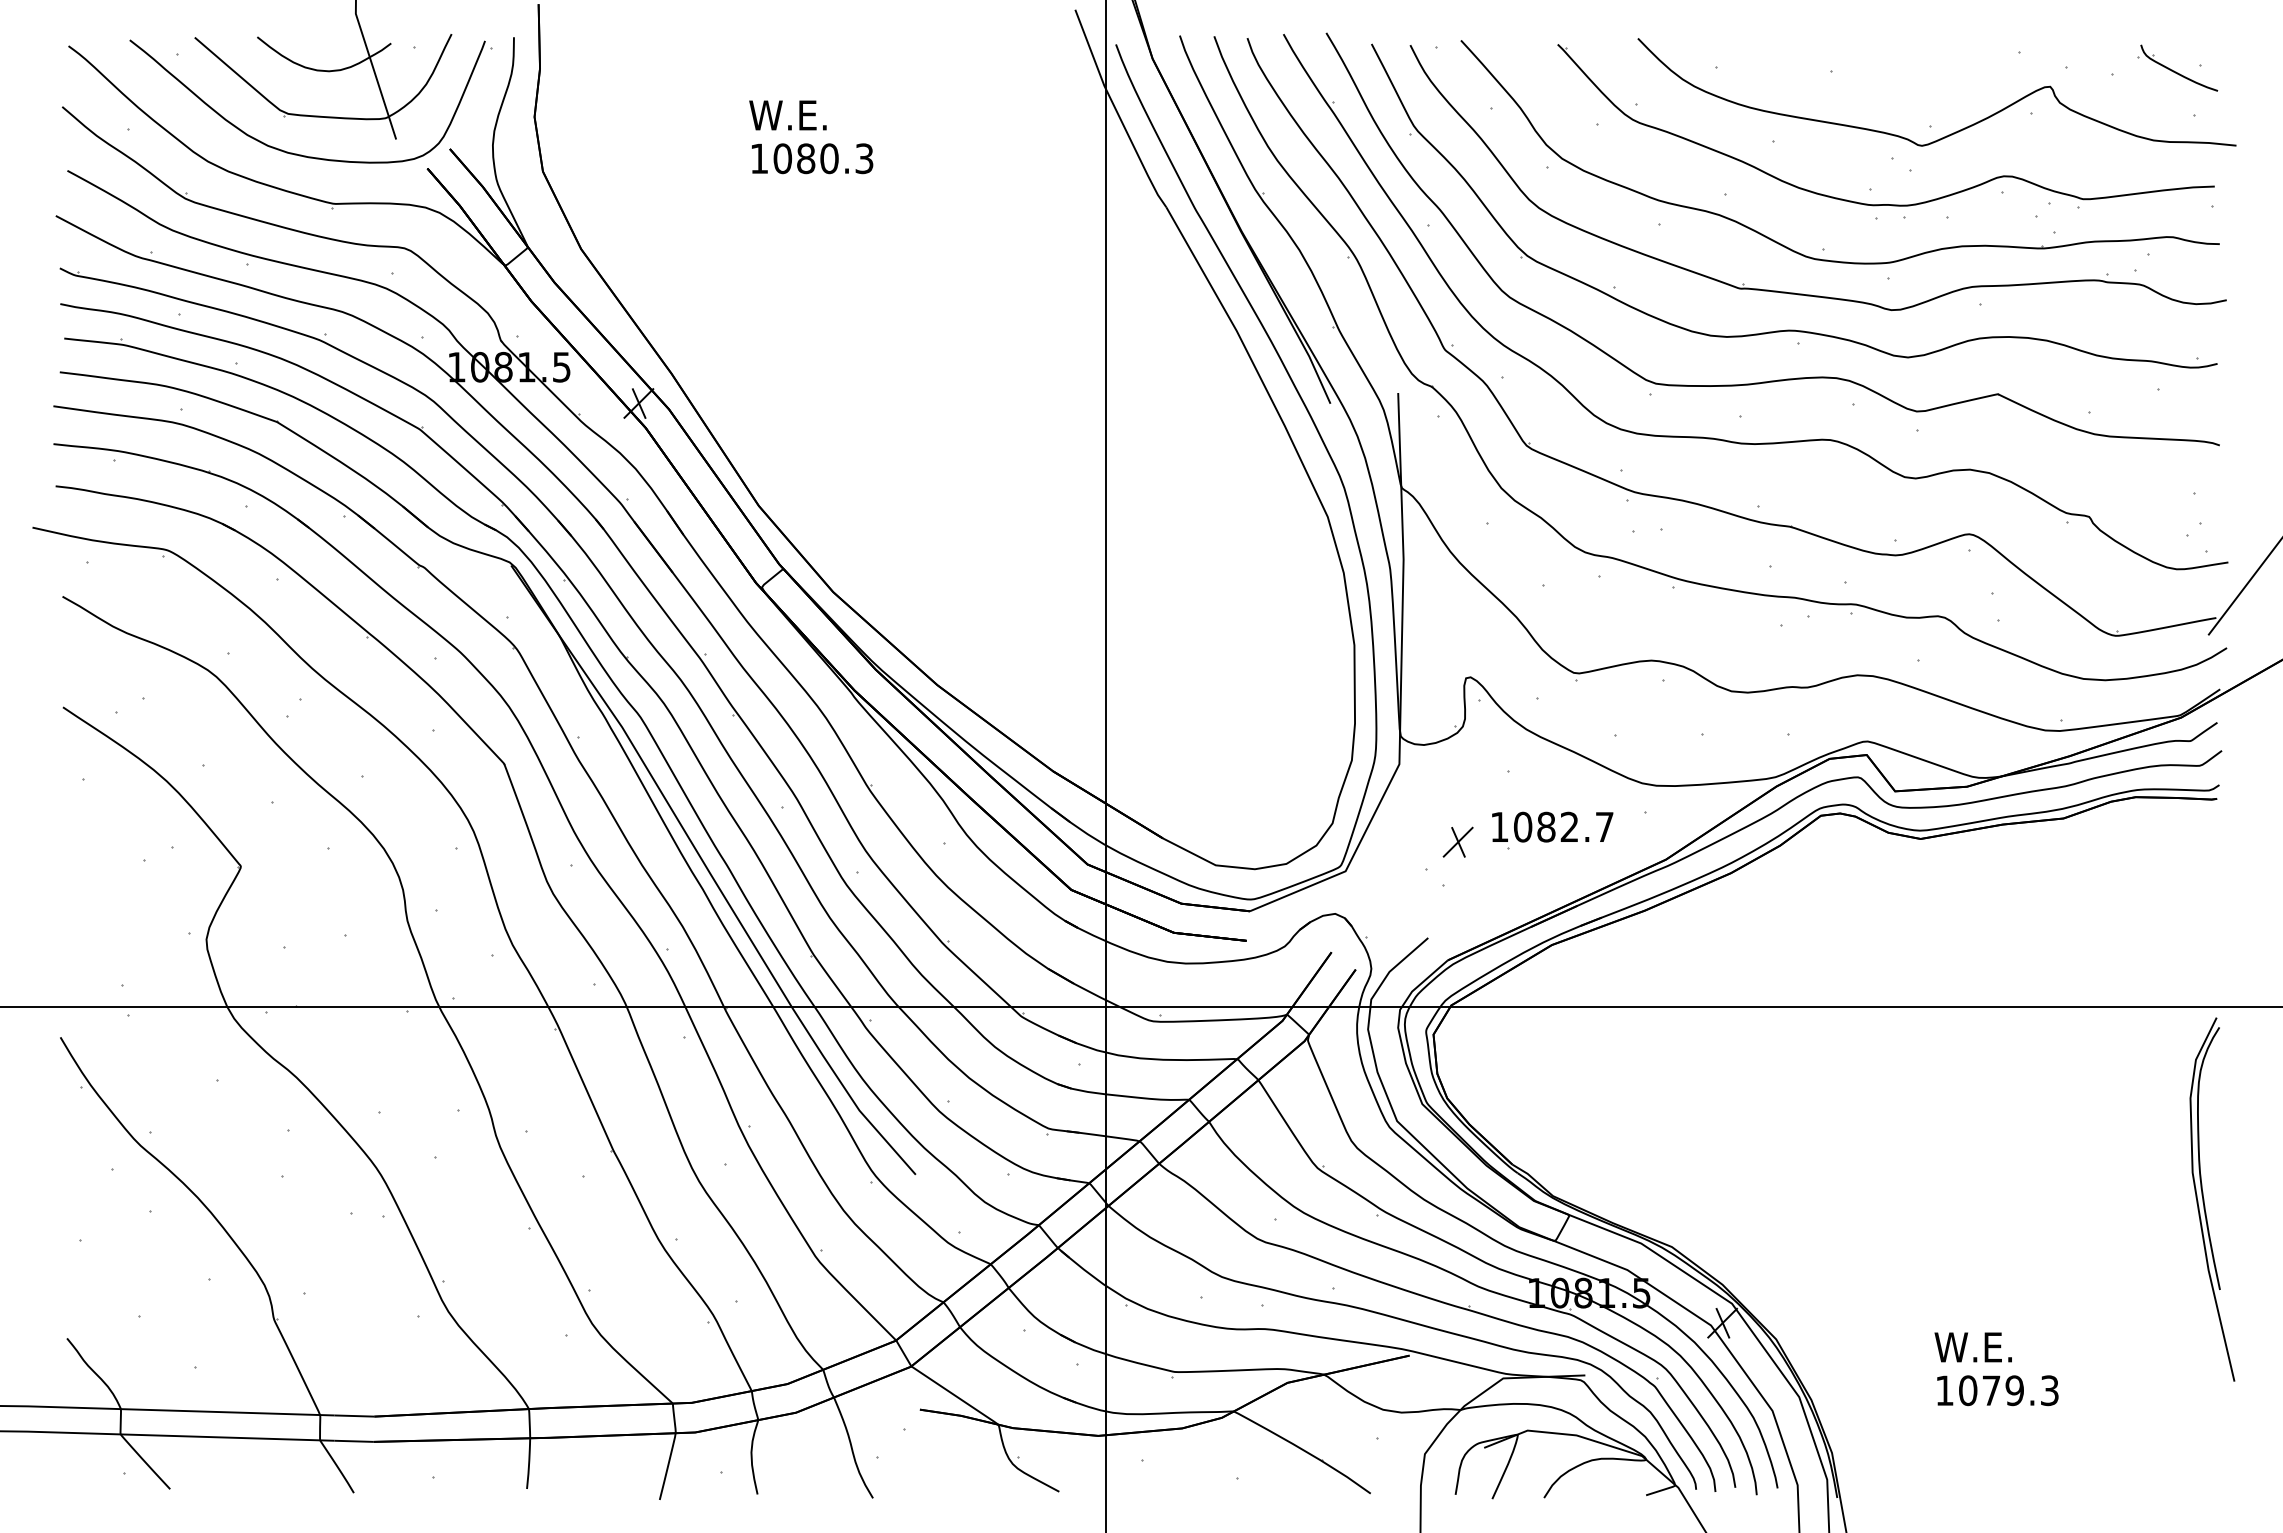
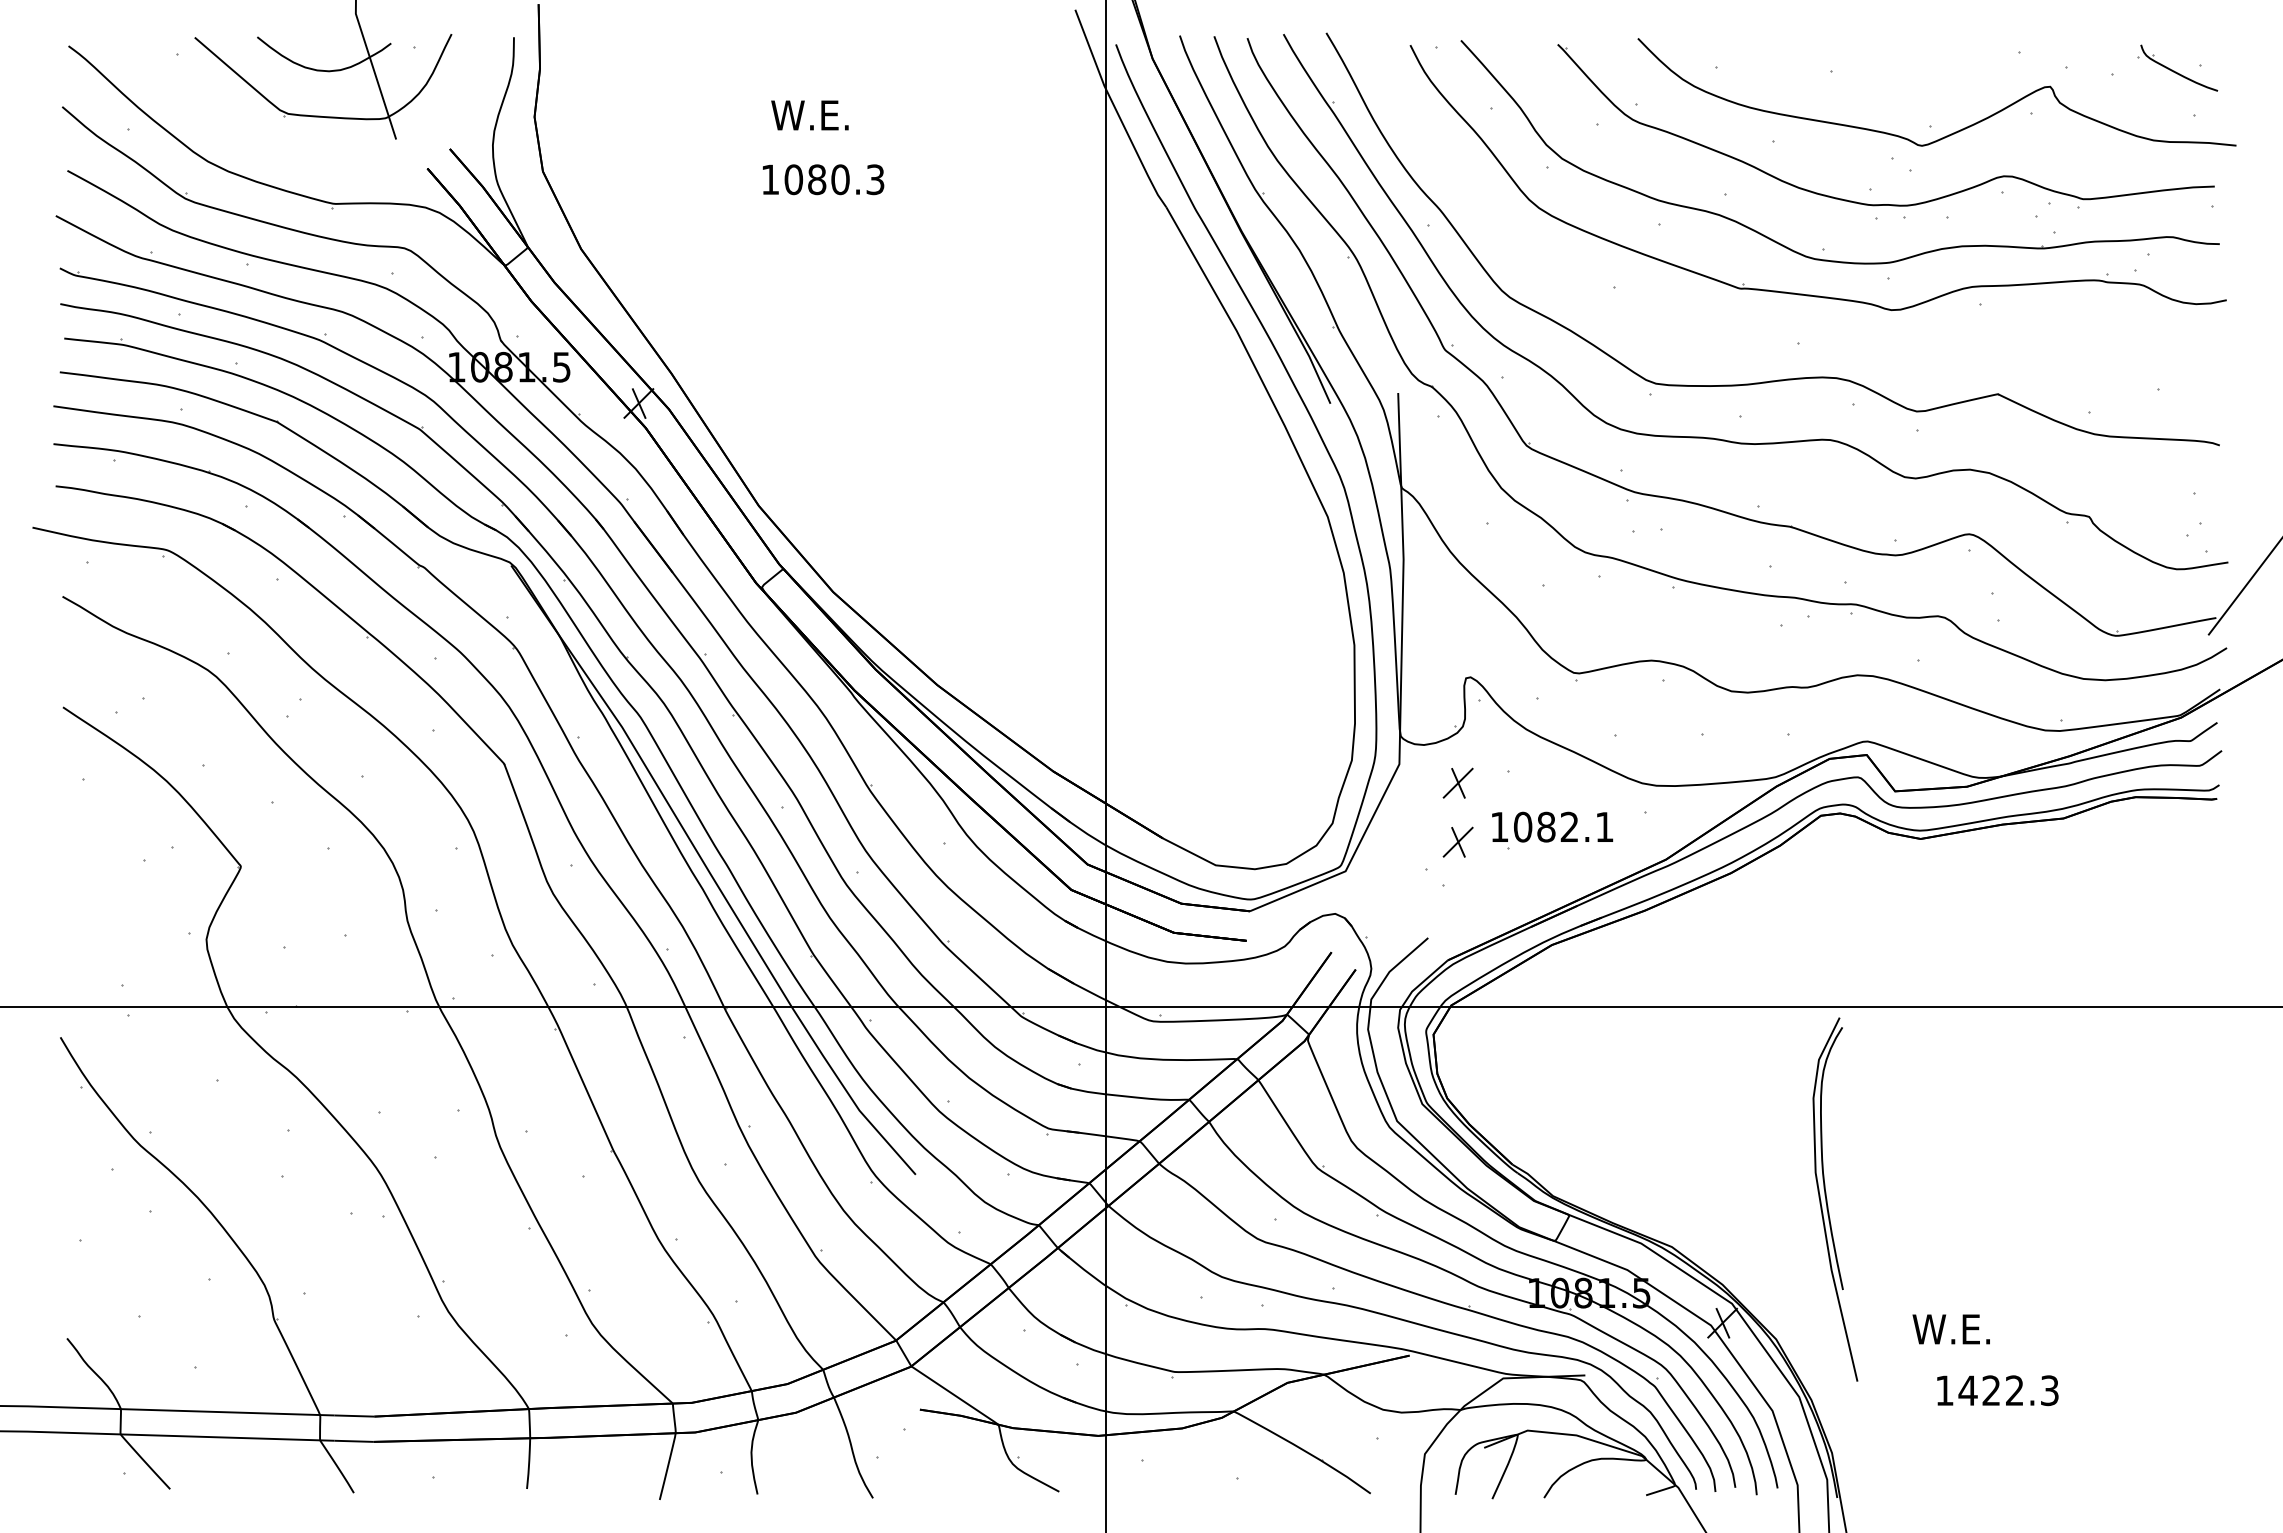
text at (787, 115) position: (787, 115) -> (809, 115)
part at (301, 154): present -> none
text at (812, 158) position: (812, 158) -> (823, 179)
part at (1794, 329): present -> none
part at (1457, 782): none -> present
text at (1604, 826): 1082.7 -> 1082.1
part at (2204, 1199) position: (2204, 1199) -> (1827, 1199)
text at (1972, 1347) position: (1972, 1347) -> (1950, 1329)
text at (1990, 1390): 1079.3 -> 1422.3
